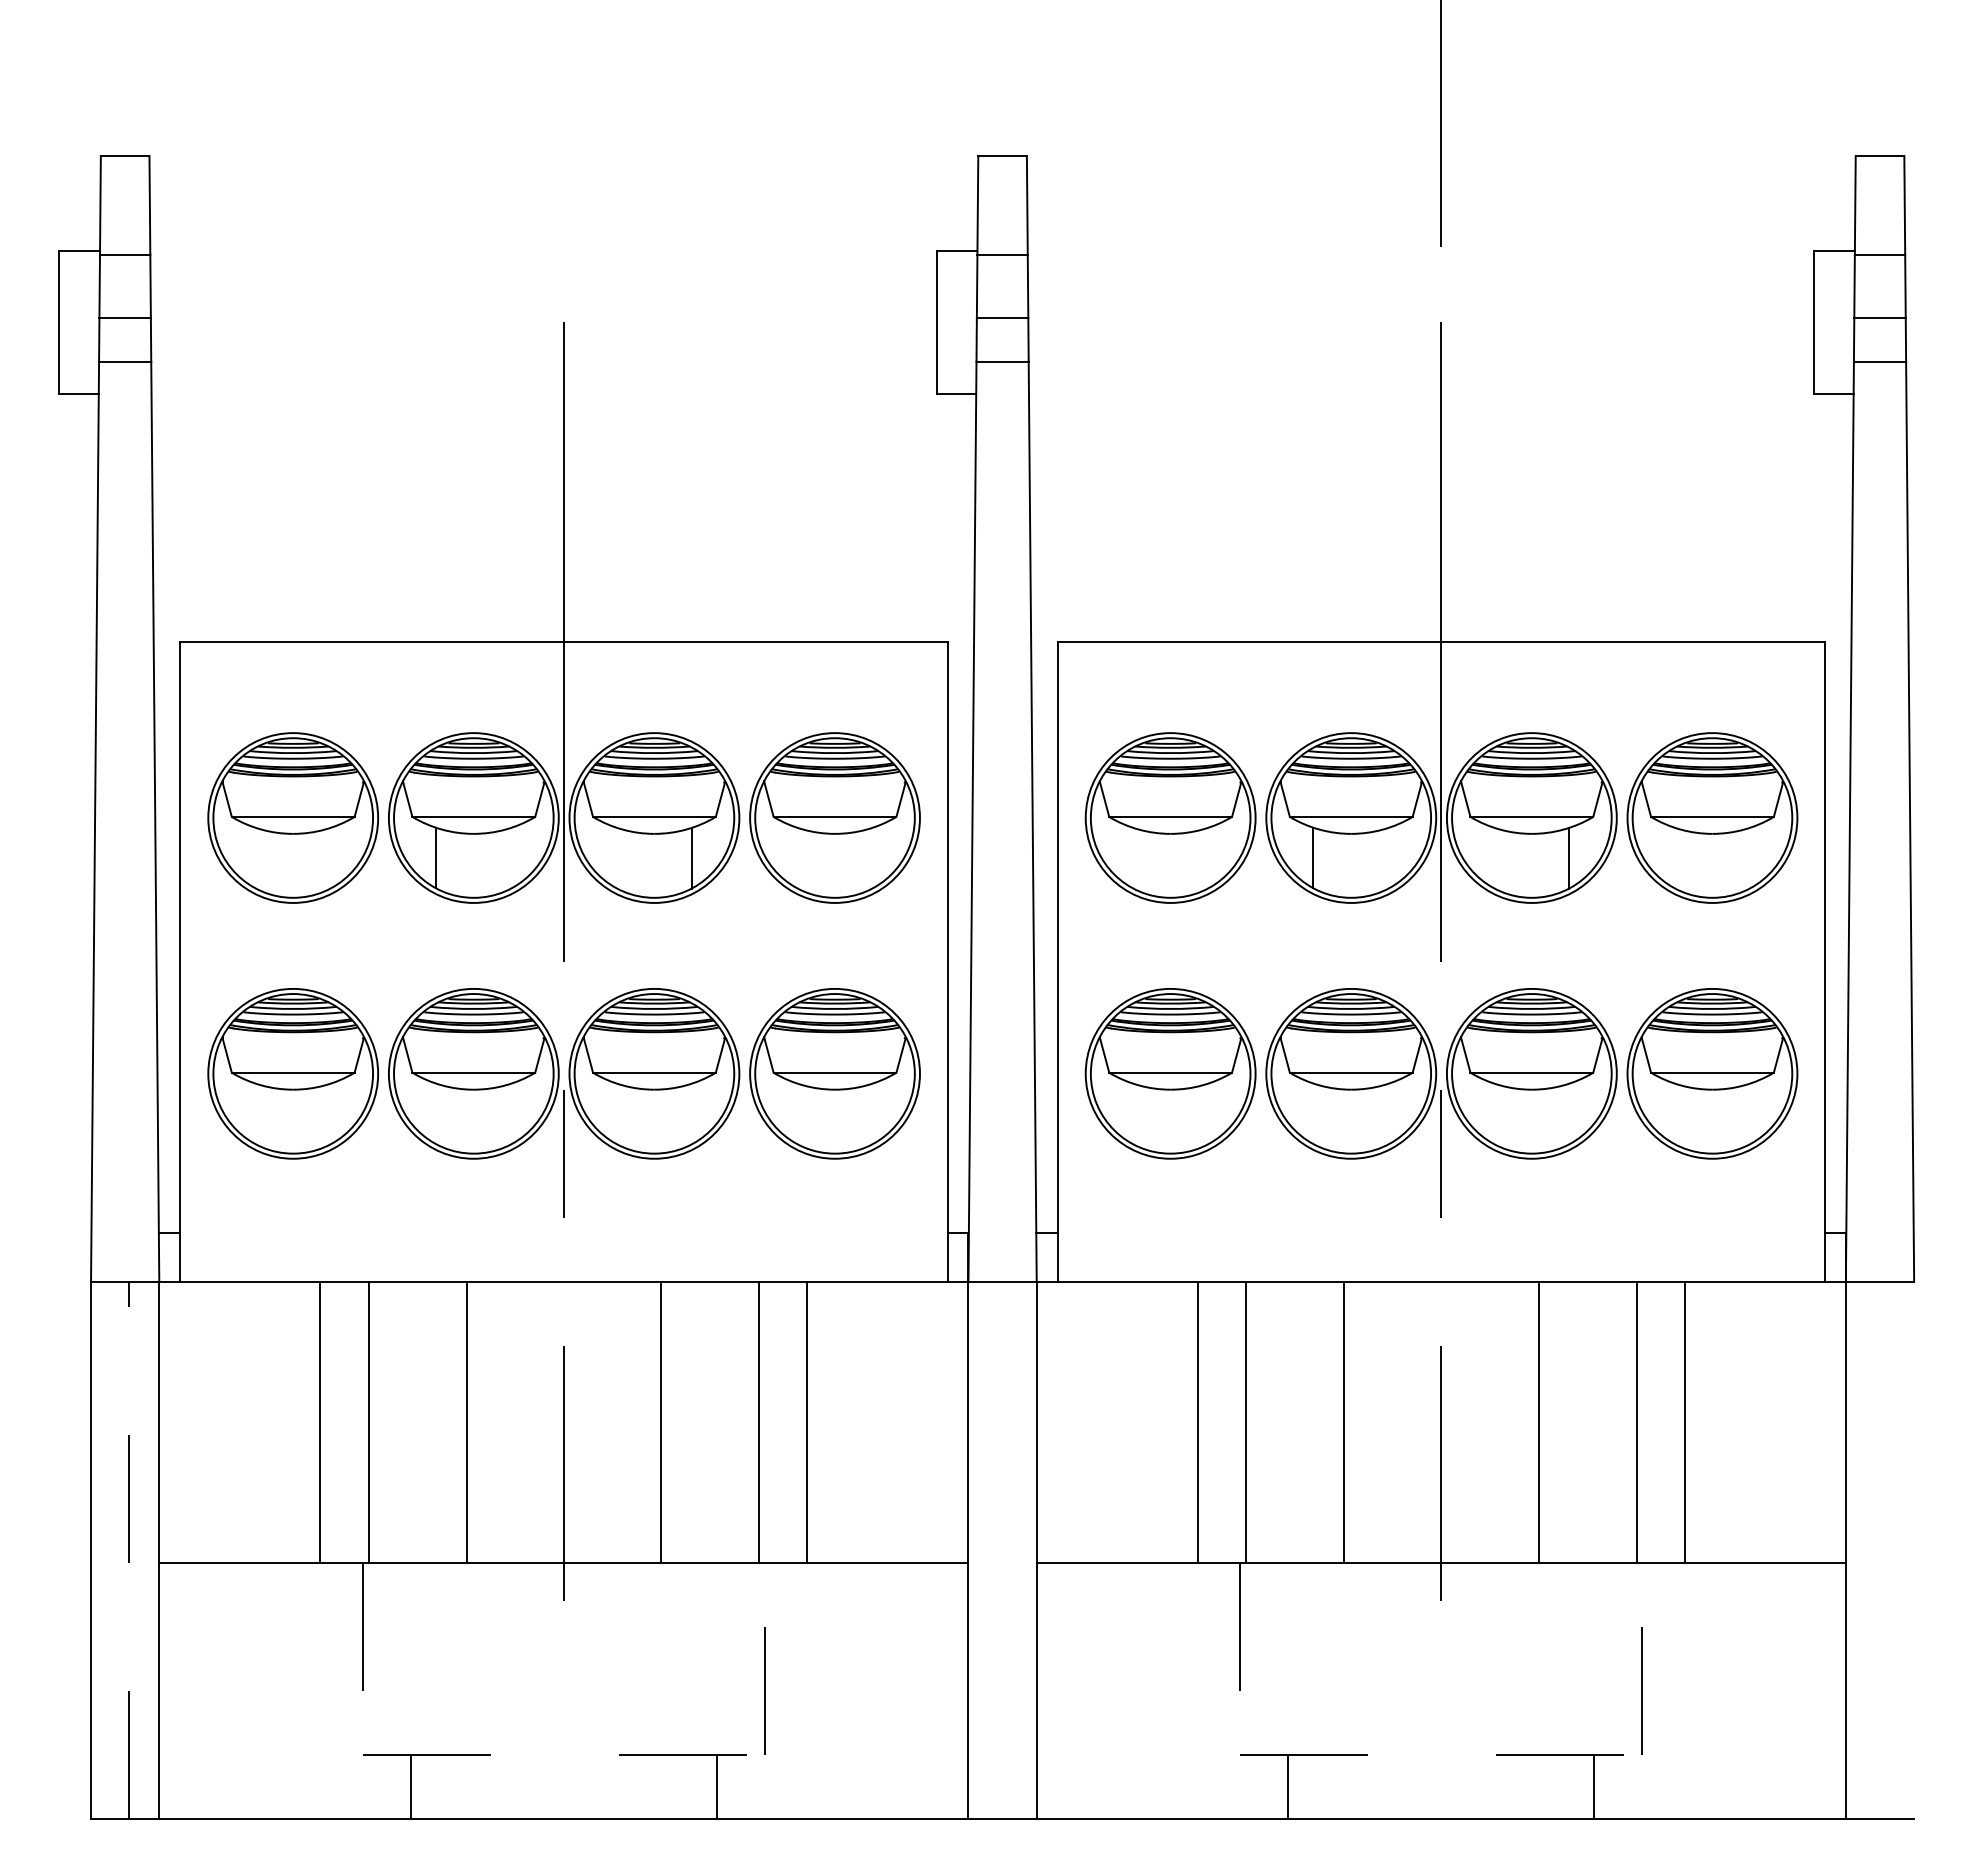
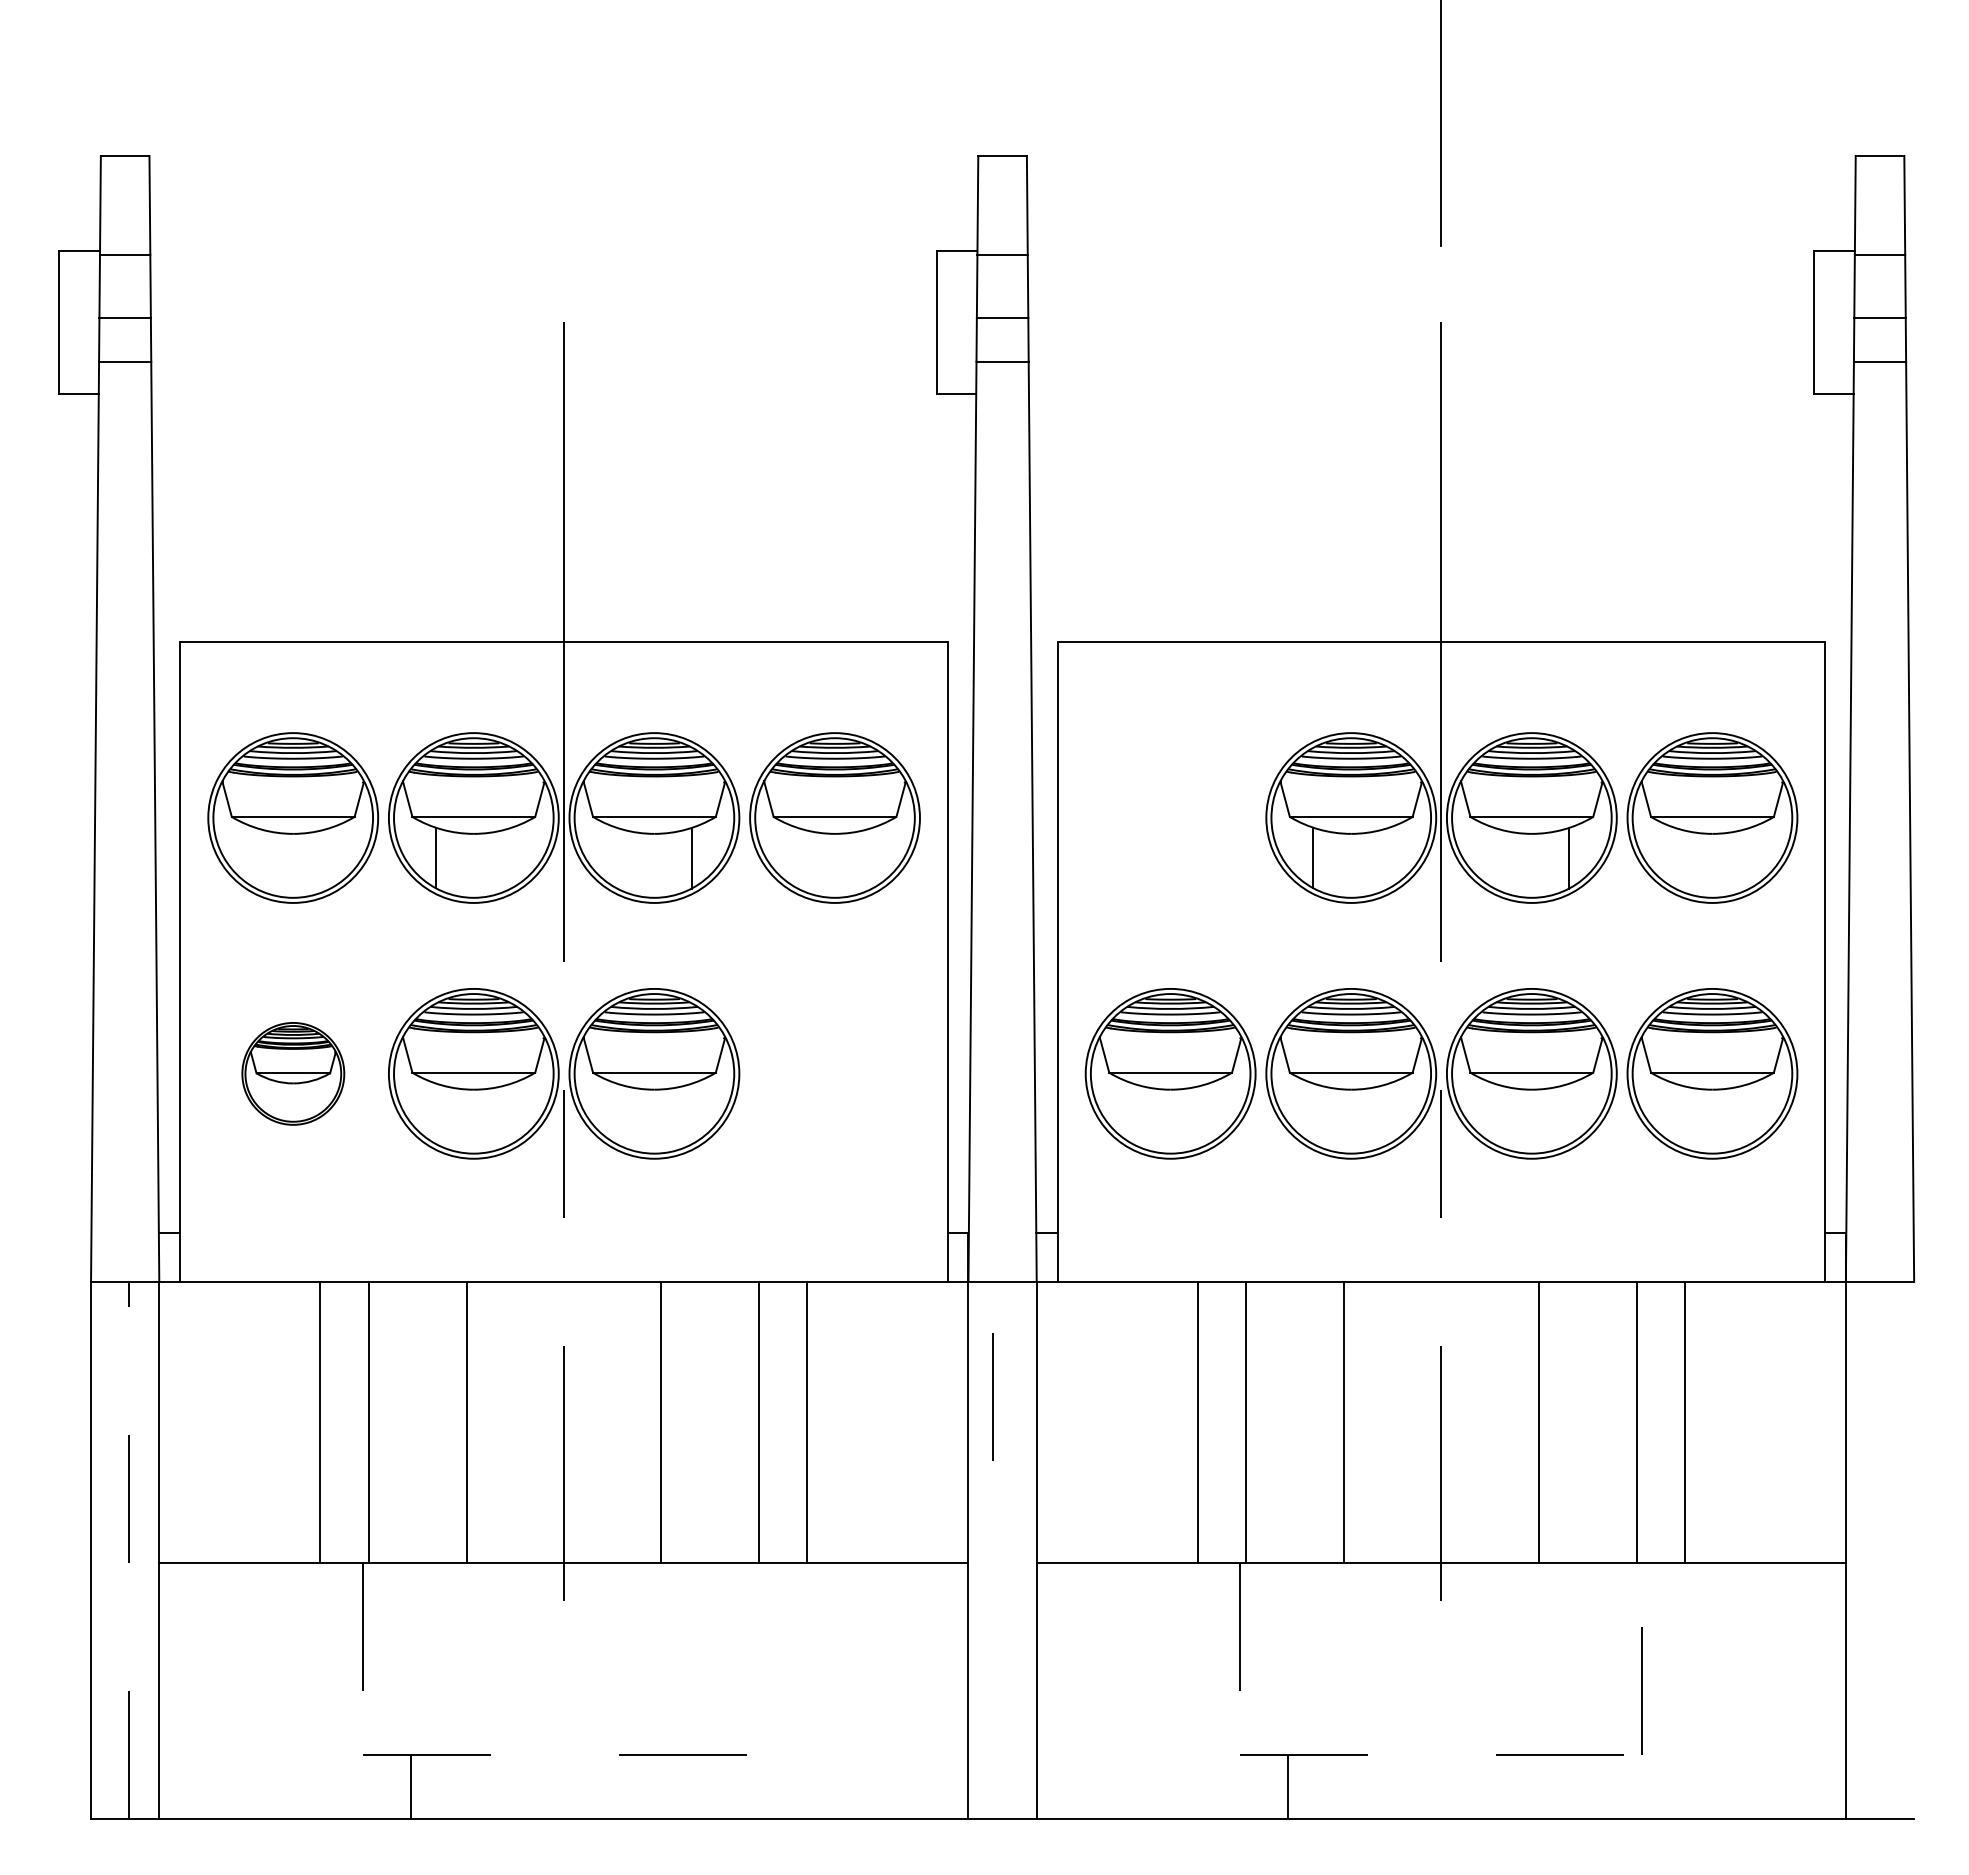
part at (1170, 817): present -> none
part at (293, 1073) size: 173x172 px -> 105x104 px
part at (834, 1073): present -> none
line at (764, 1690) position: (764, 1690) -> (992, 1396)
line at (716, 1786): present -> none
line at (1594, 1786): present -> none
